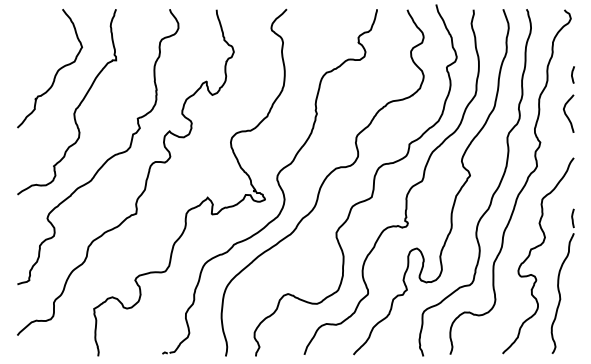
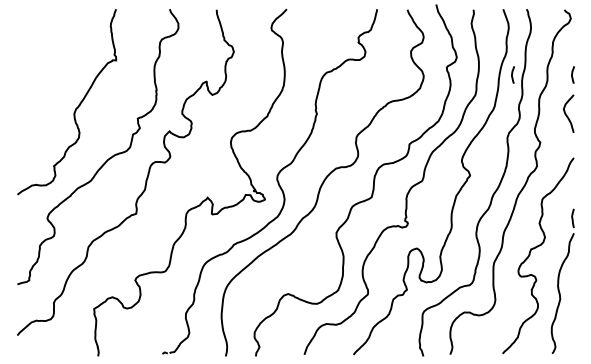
curve at (56, 71): present -> none
line at (512, 74): none -> present
